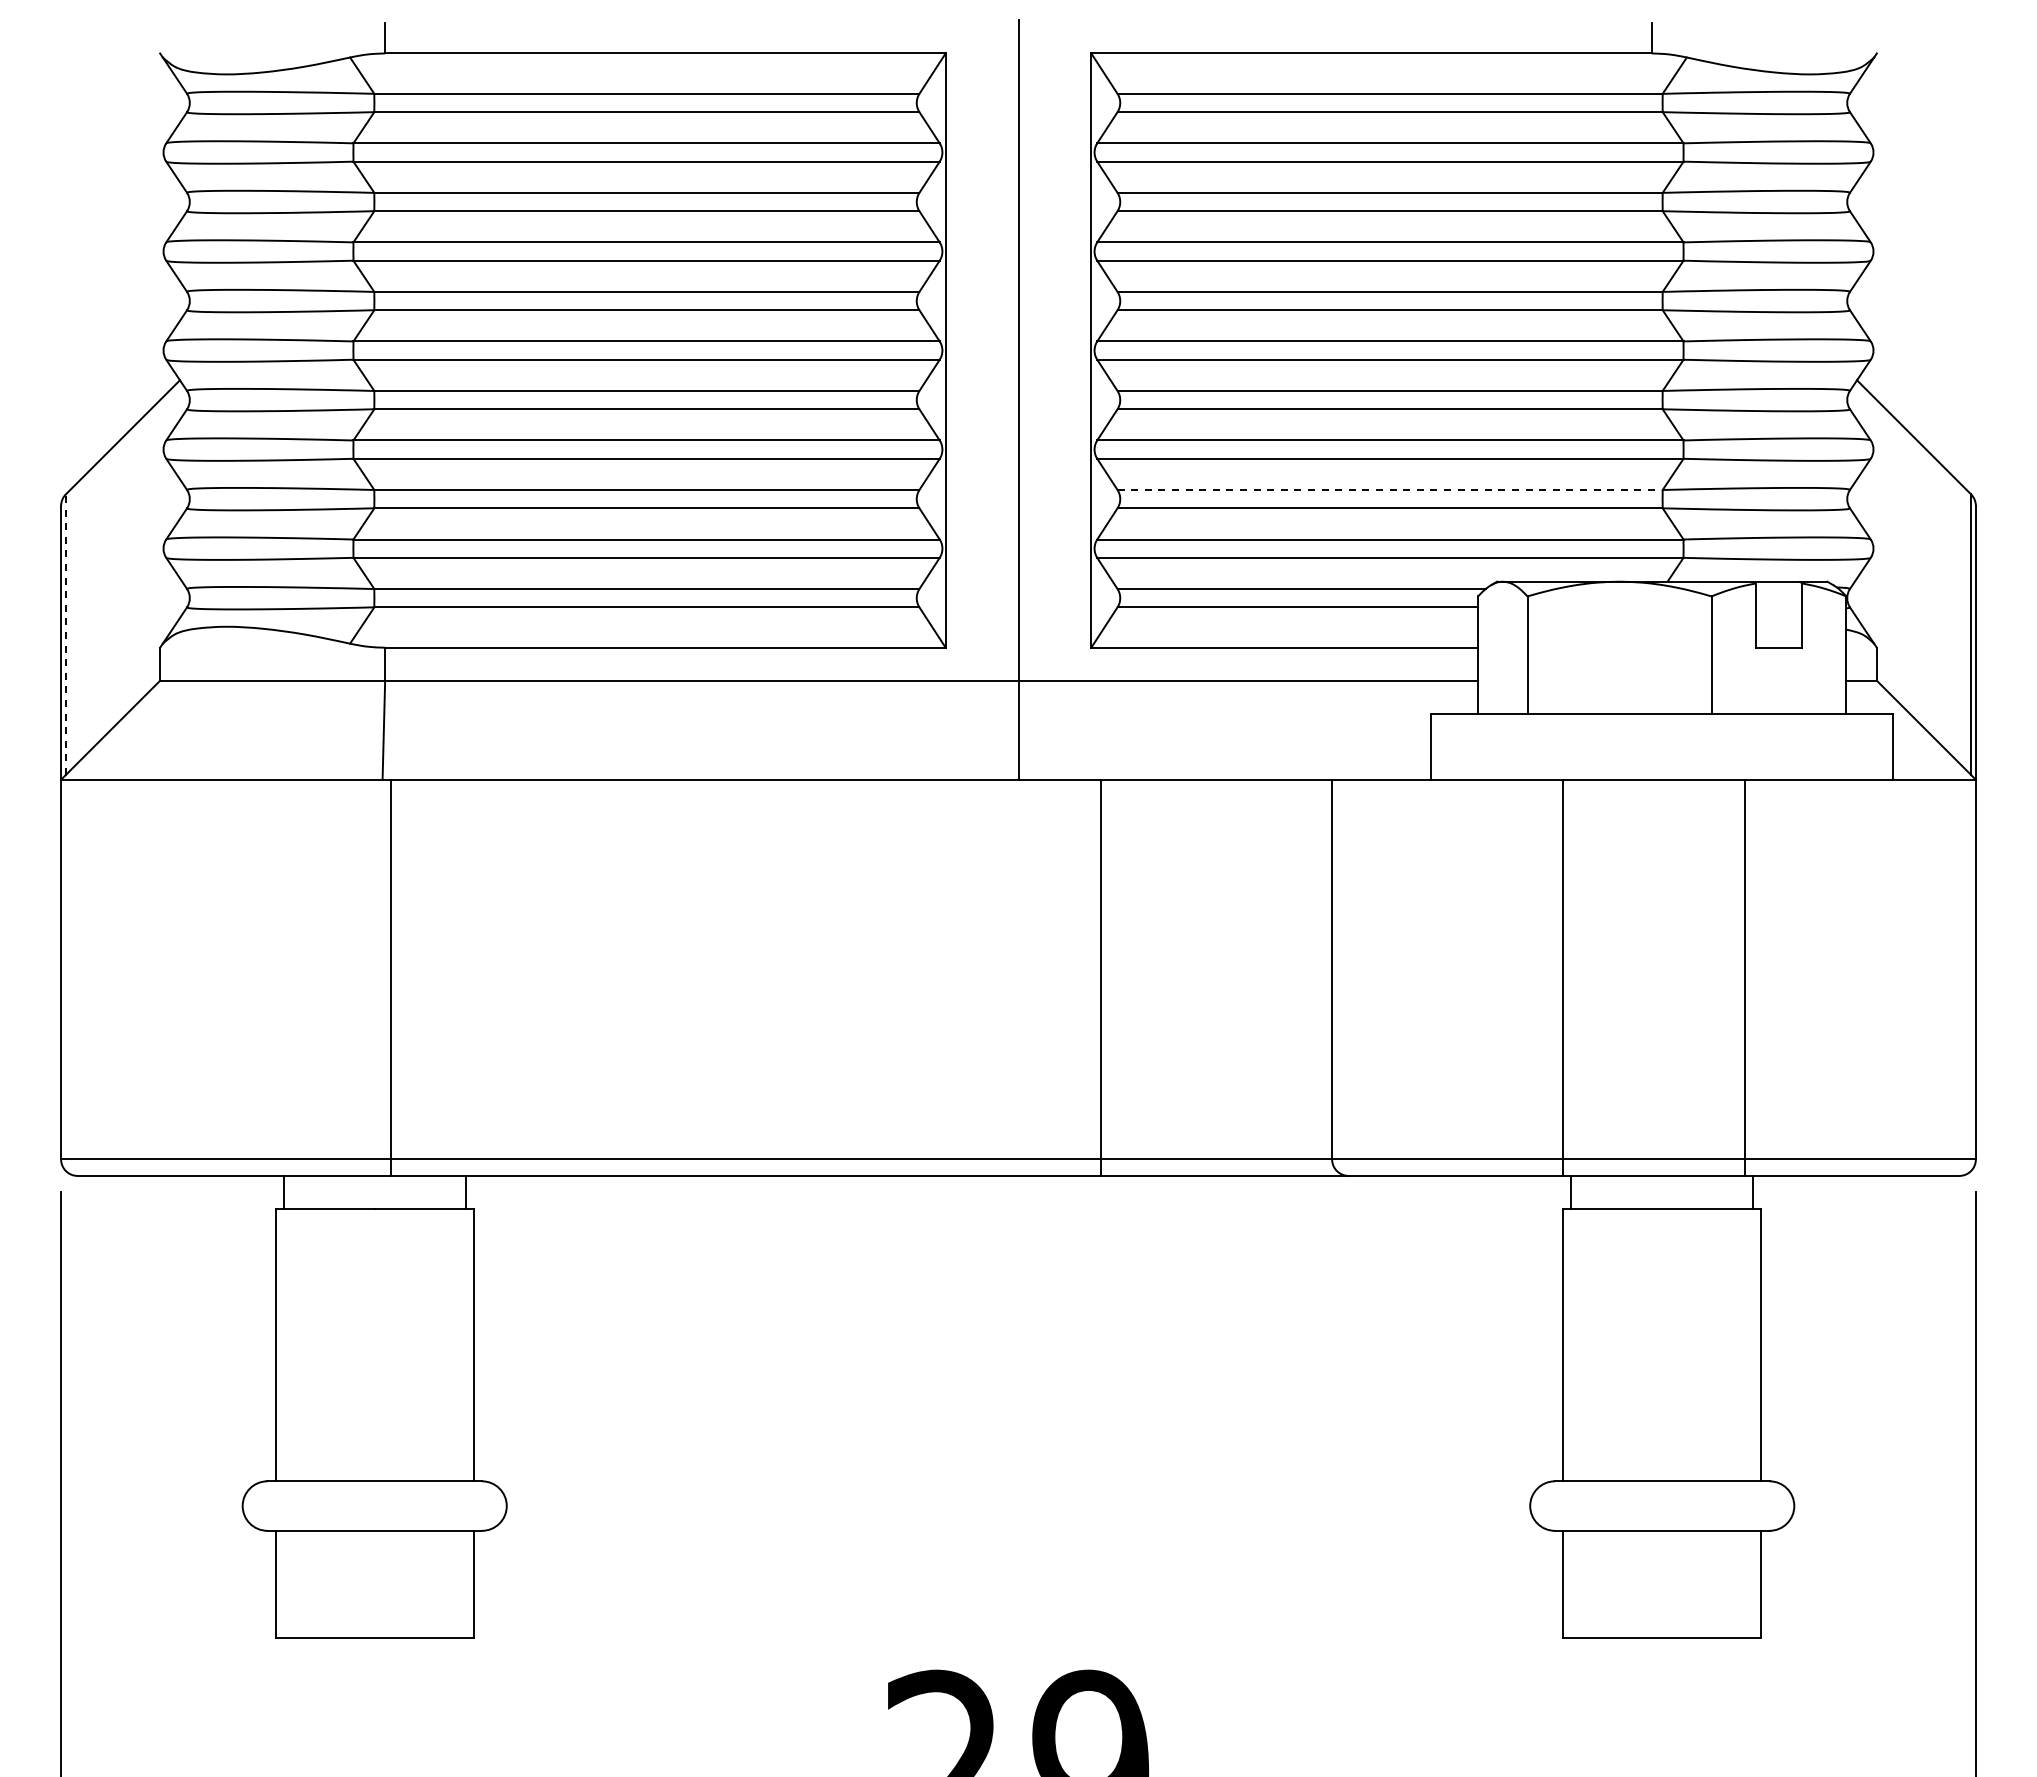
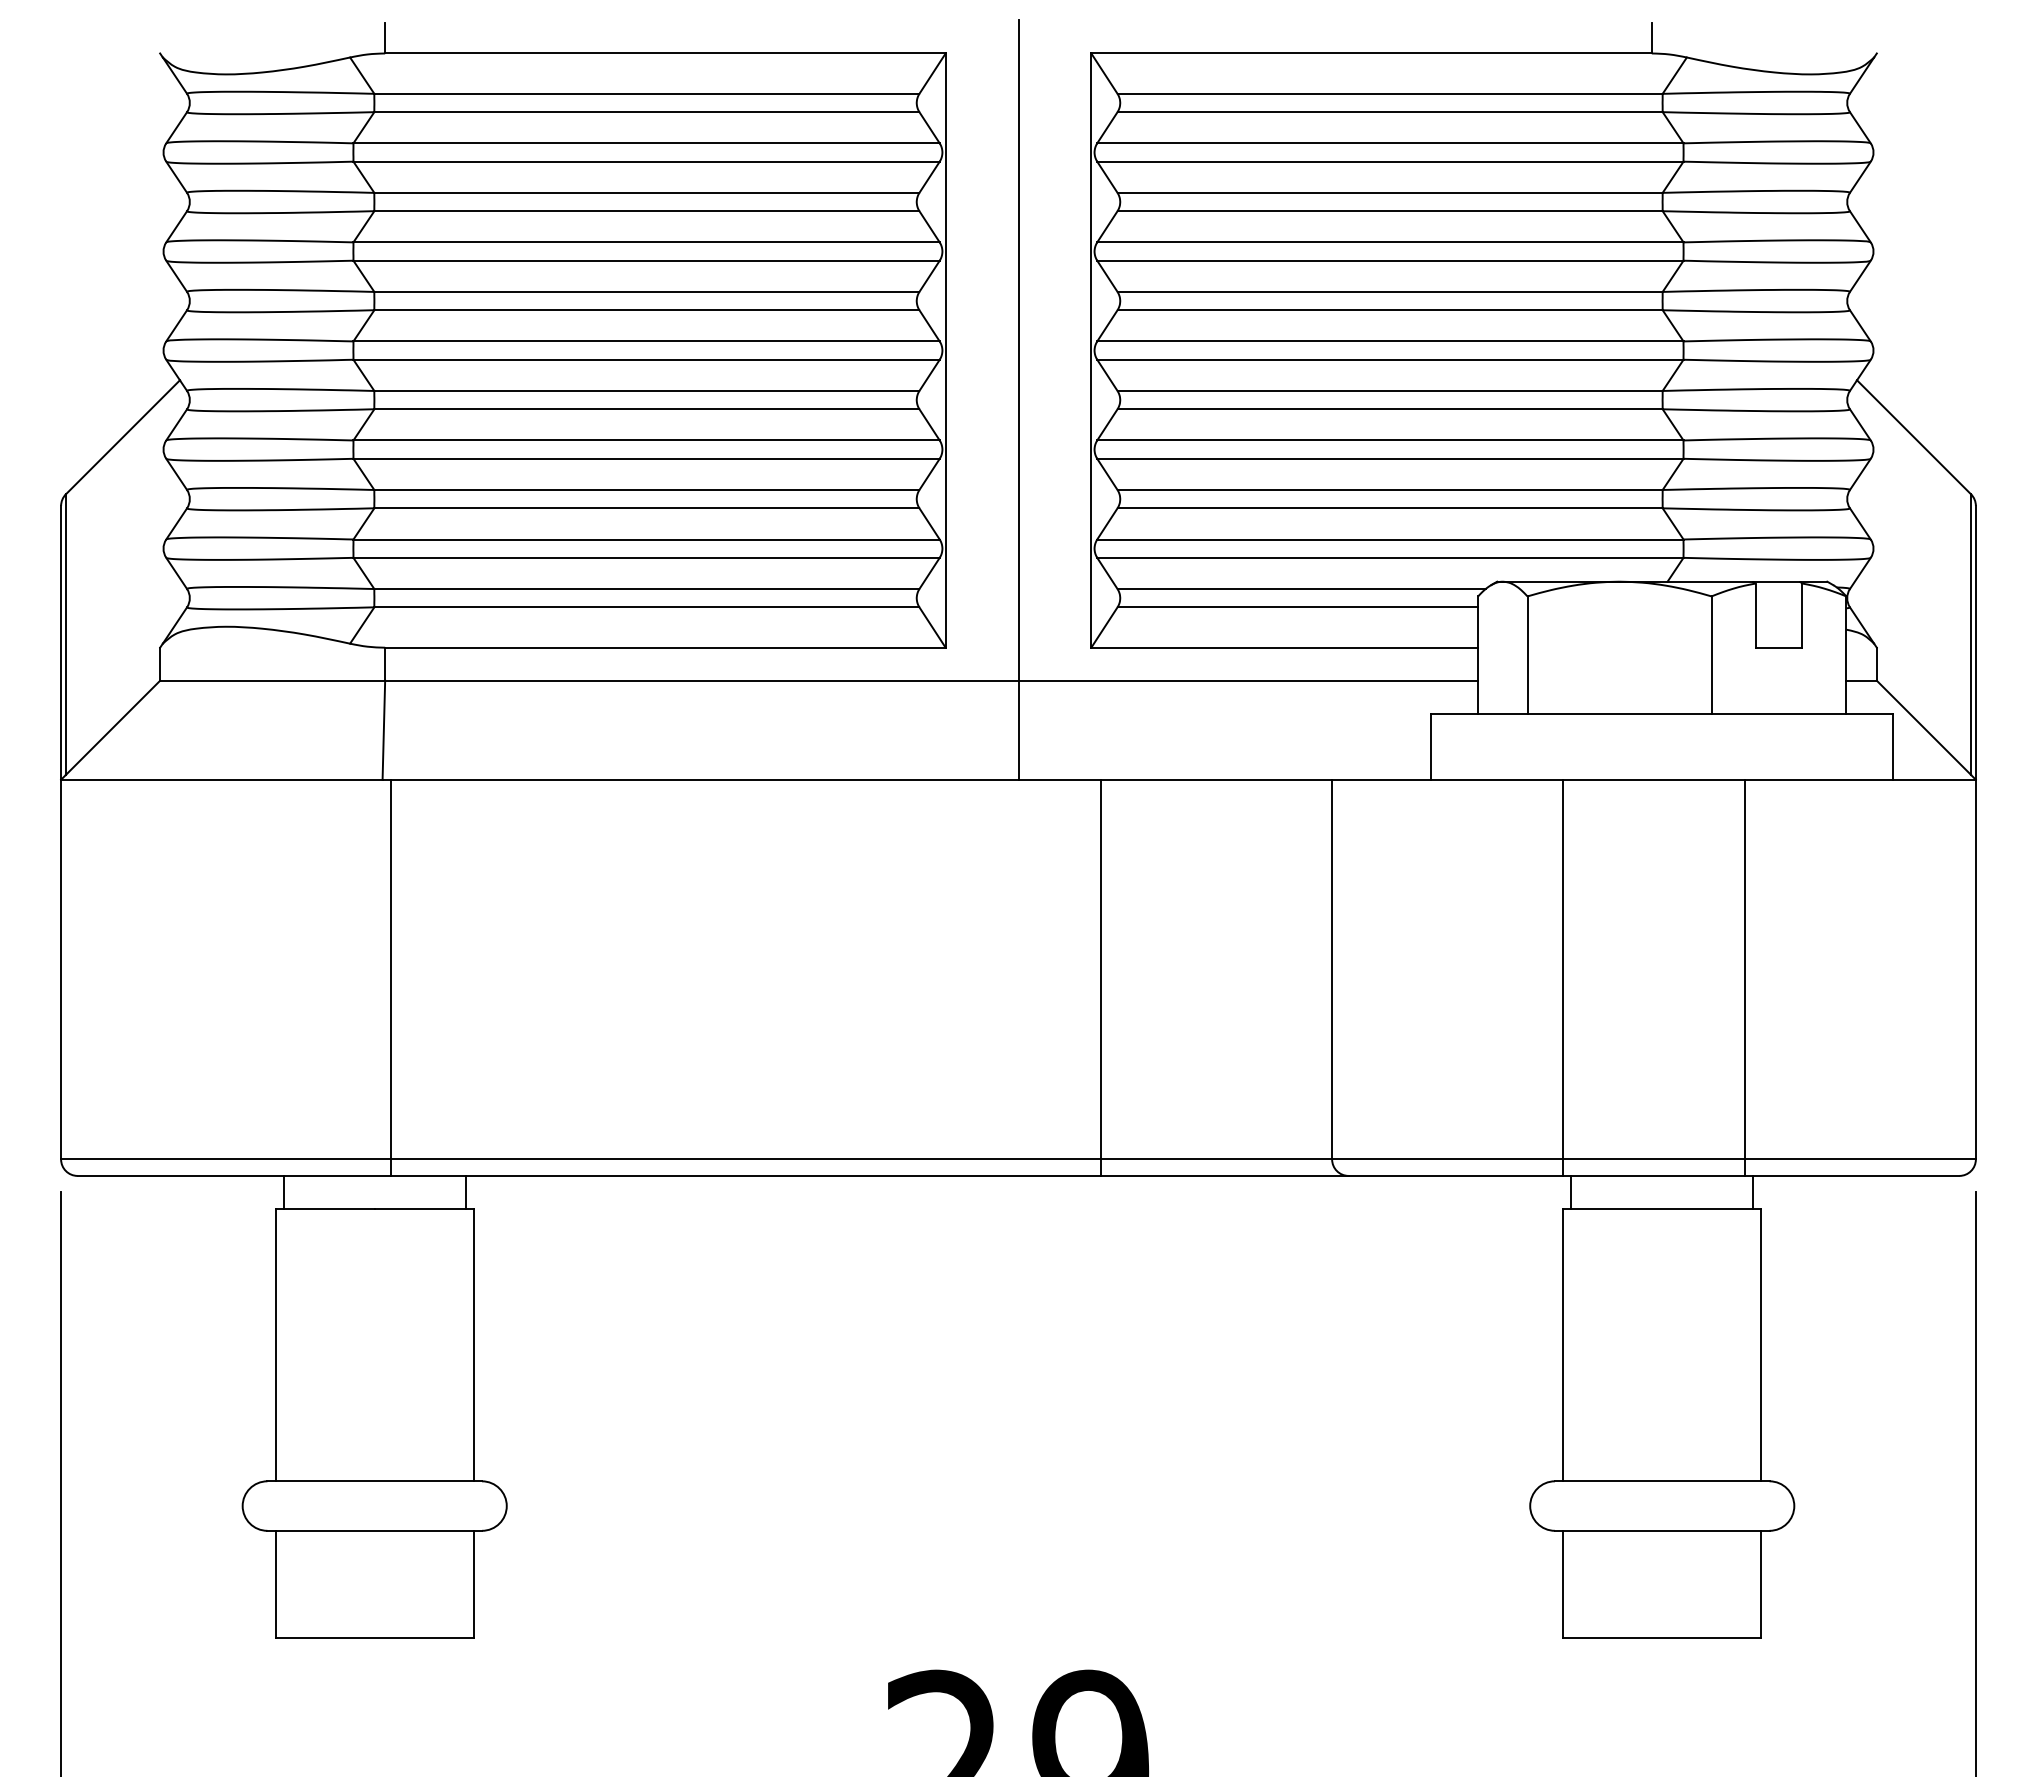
line at (1390, 489): dashed -> solid
line at (65, 634): dashed -> solid
